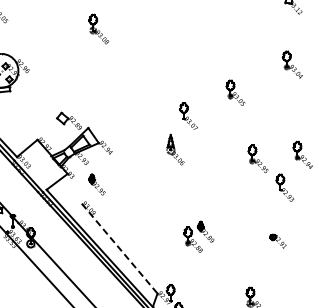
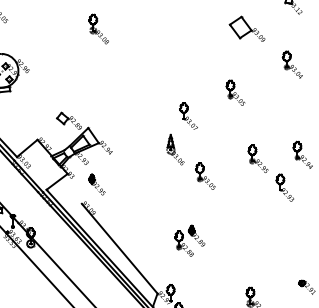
part at (246, 28): none -> present
part at (205, 175): none -> present
part at (198, 236) position: (198, 236) -> (189, 240)
part at (277, 240) position: (277, 240) -> (306, 286)
line at (119, 248): dashed -> solid
